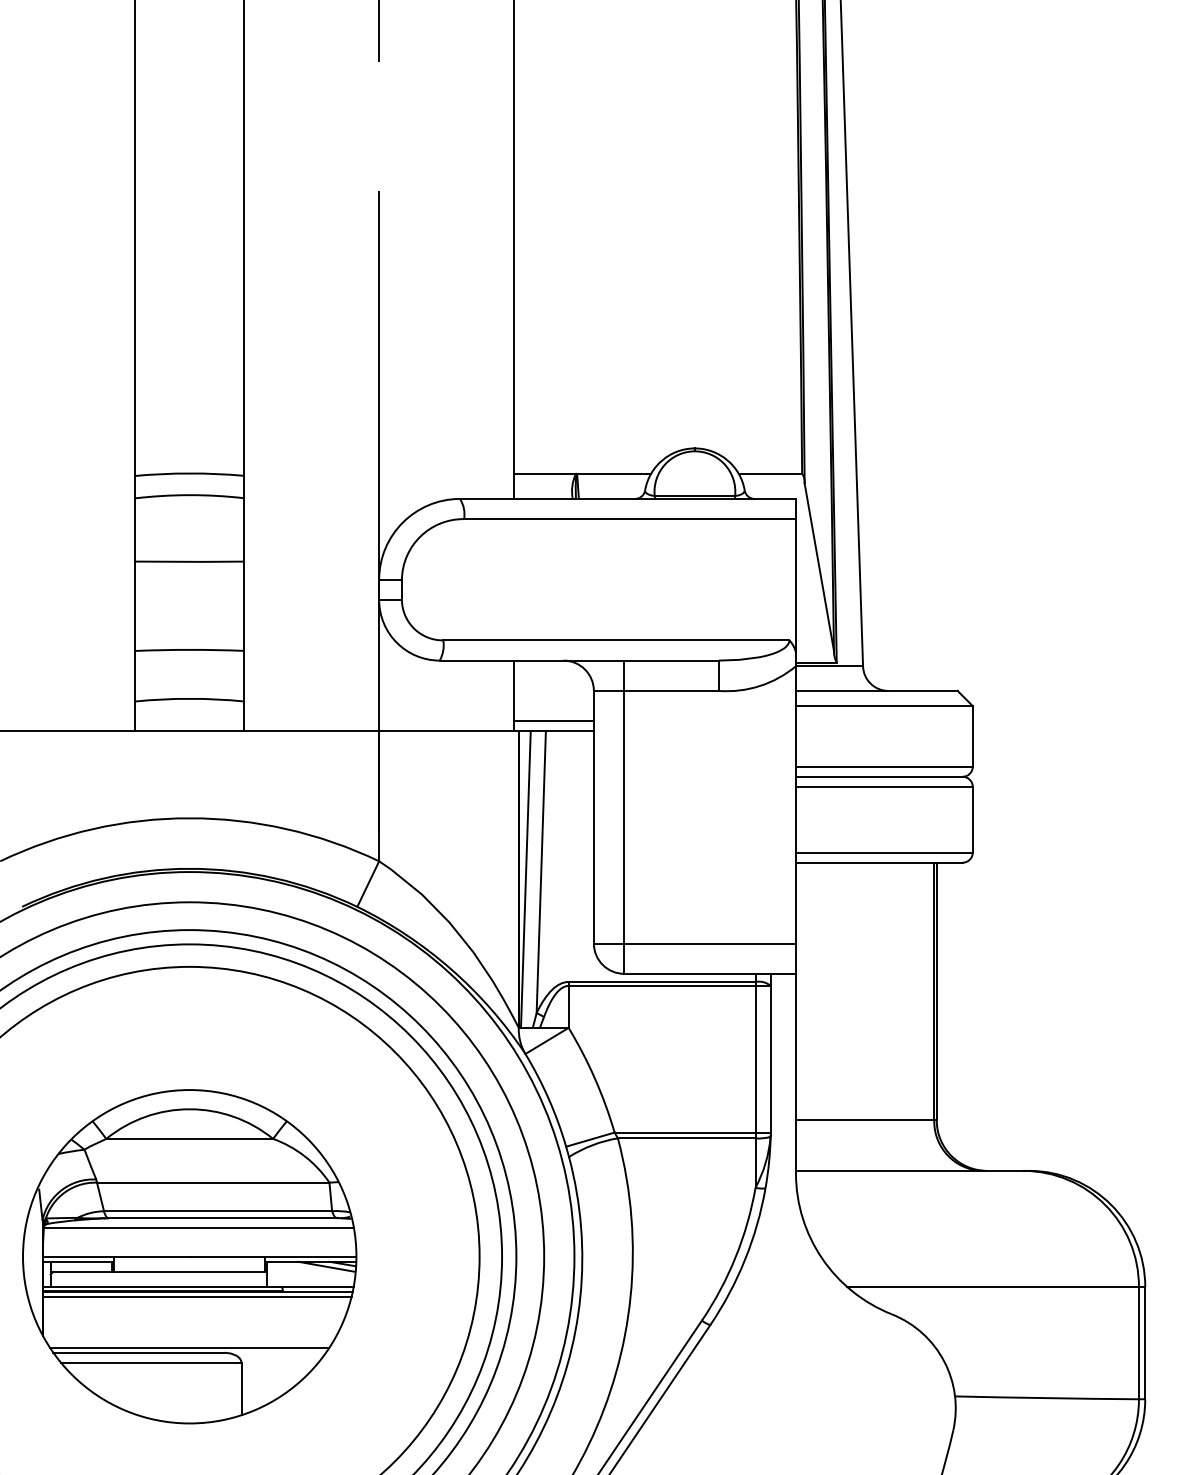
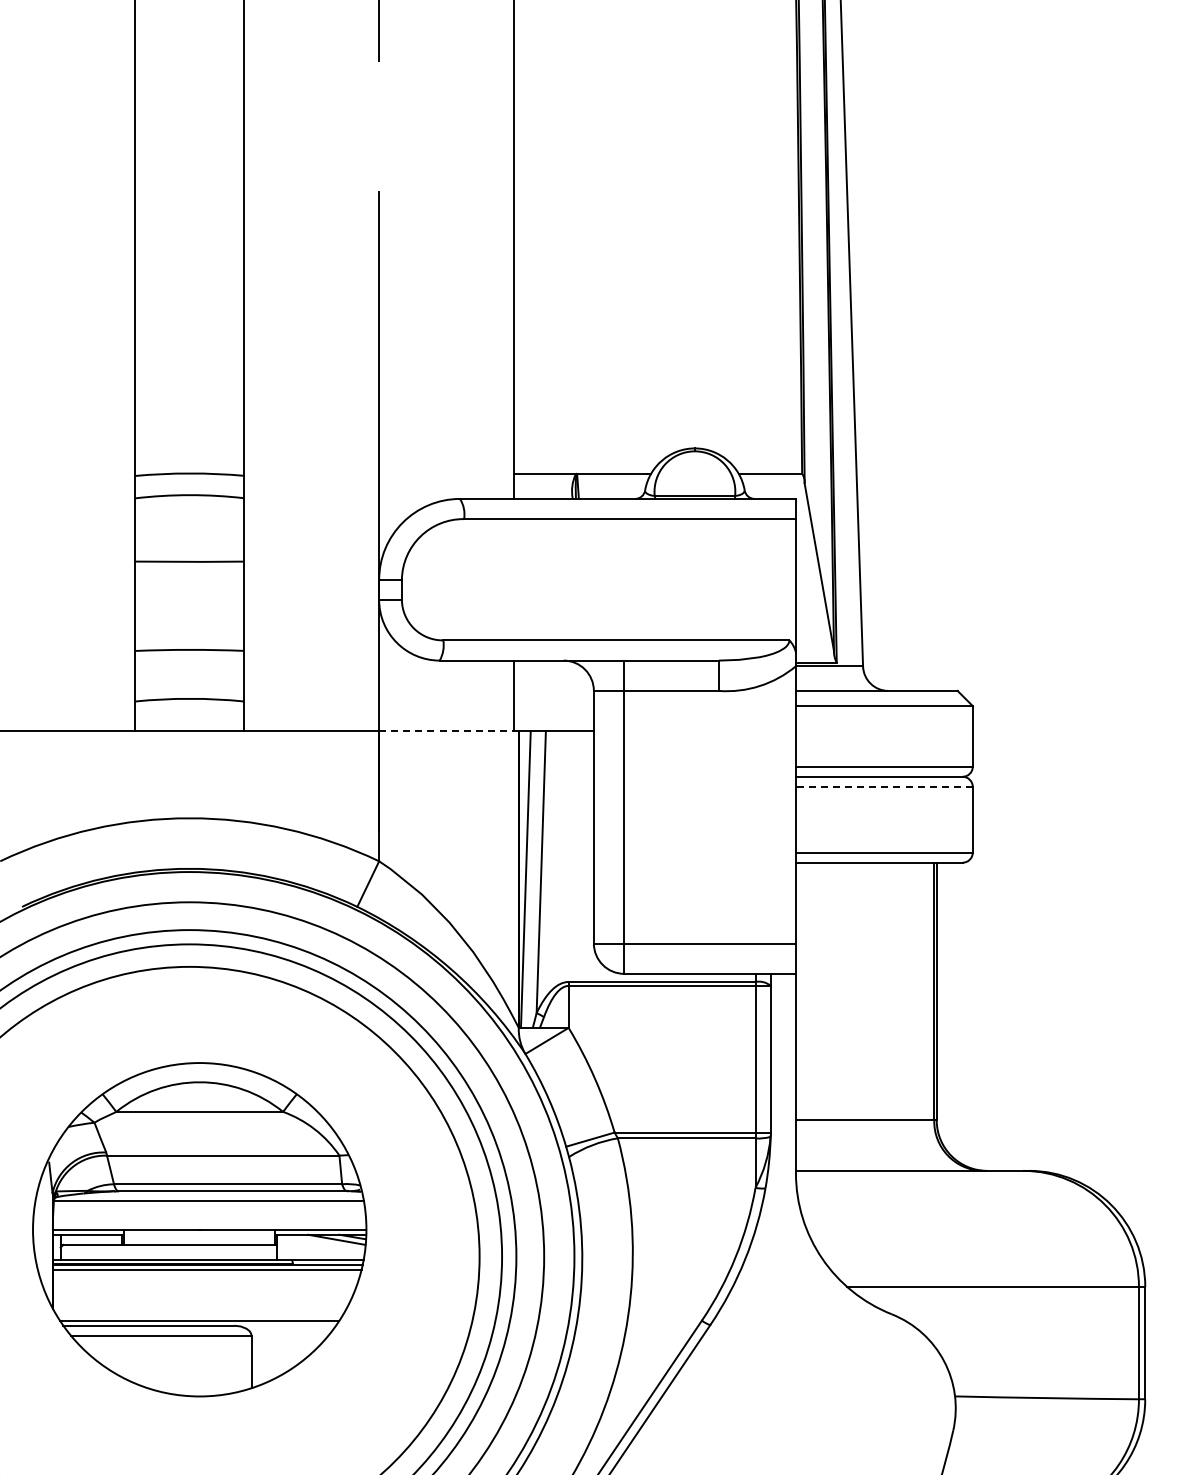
line at (553, 721): present -> none
line at (449, 731): solid -> dashed
line at (883, 786): solid -> dashed
part at (189, 1256) position: (189, 1256) -> (199, 1229)
